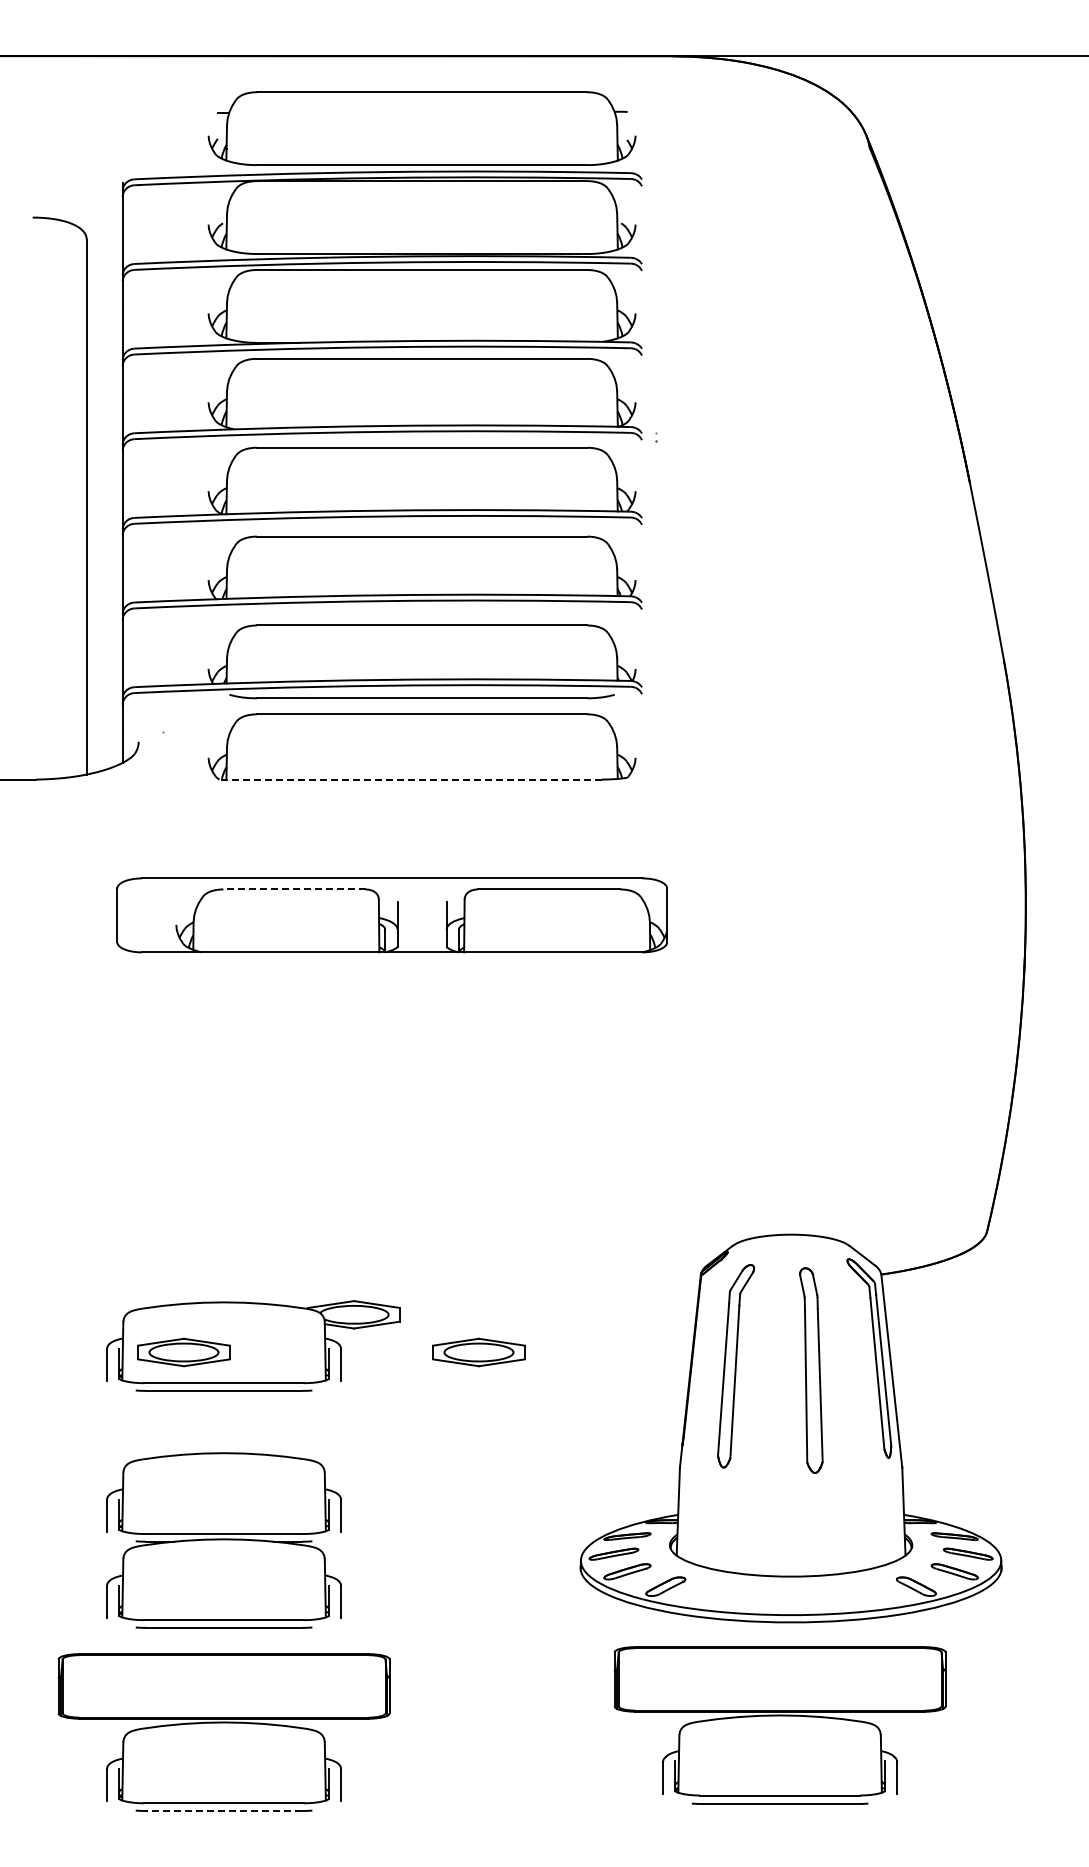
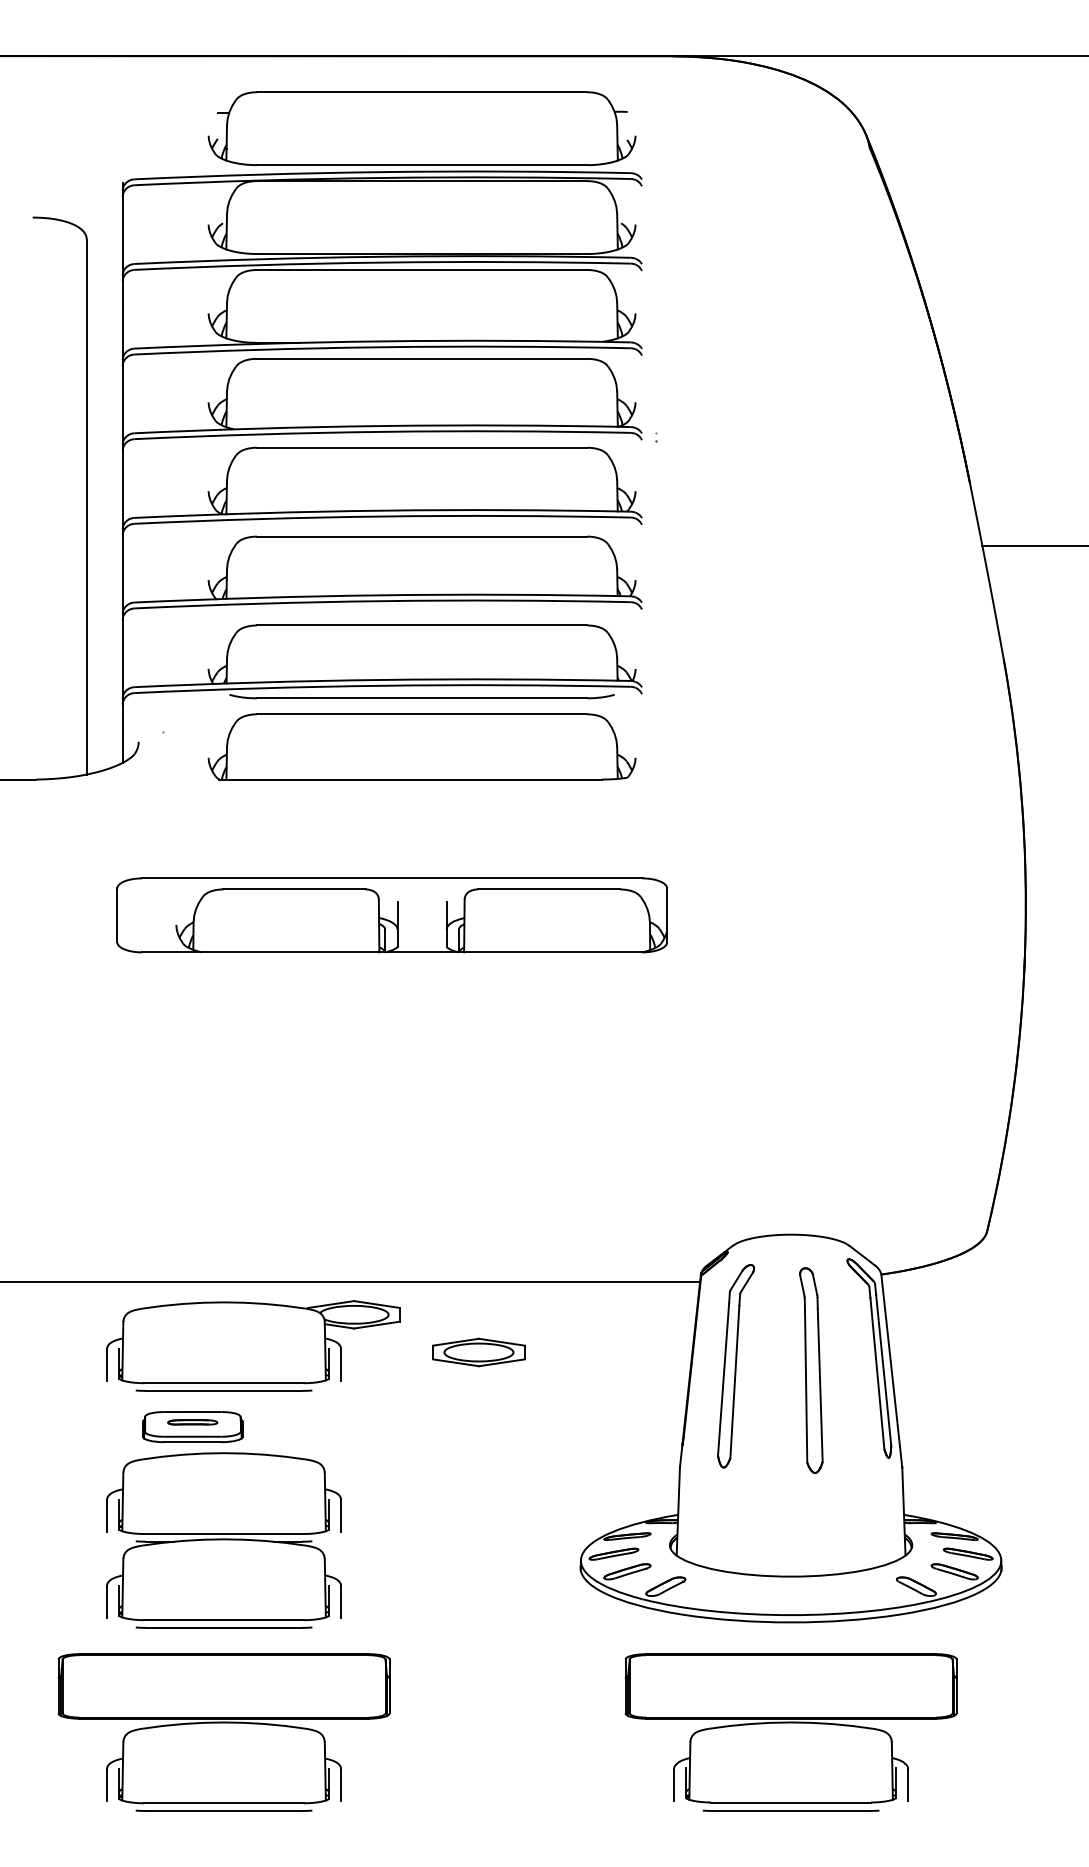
line at (1033, 545): none -> present
line at (410, 779): dashed -> solid
line at (294, 889): dashed -> solid
line at (351, 1281): none -> present
part at (183, 1352): present -> none
part at (192, 1427): none -> present
part at (779, 1725) position: (779, 1725) -> (790, 1732)
line at (223, 1810): dashed -> solid
